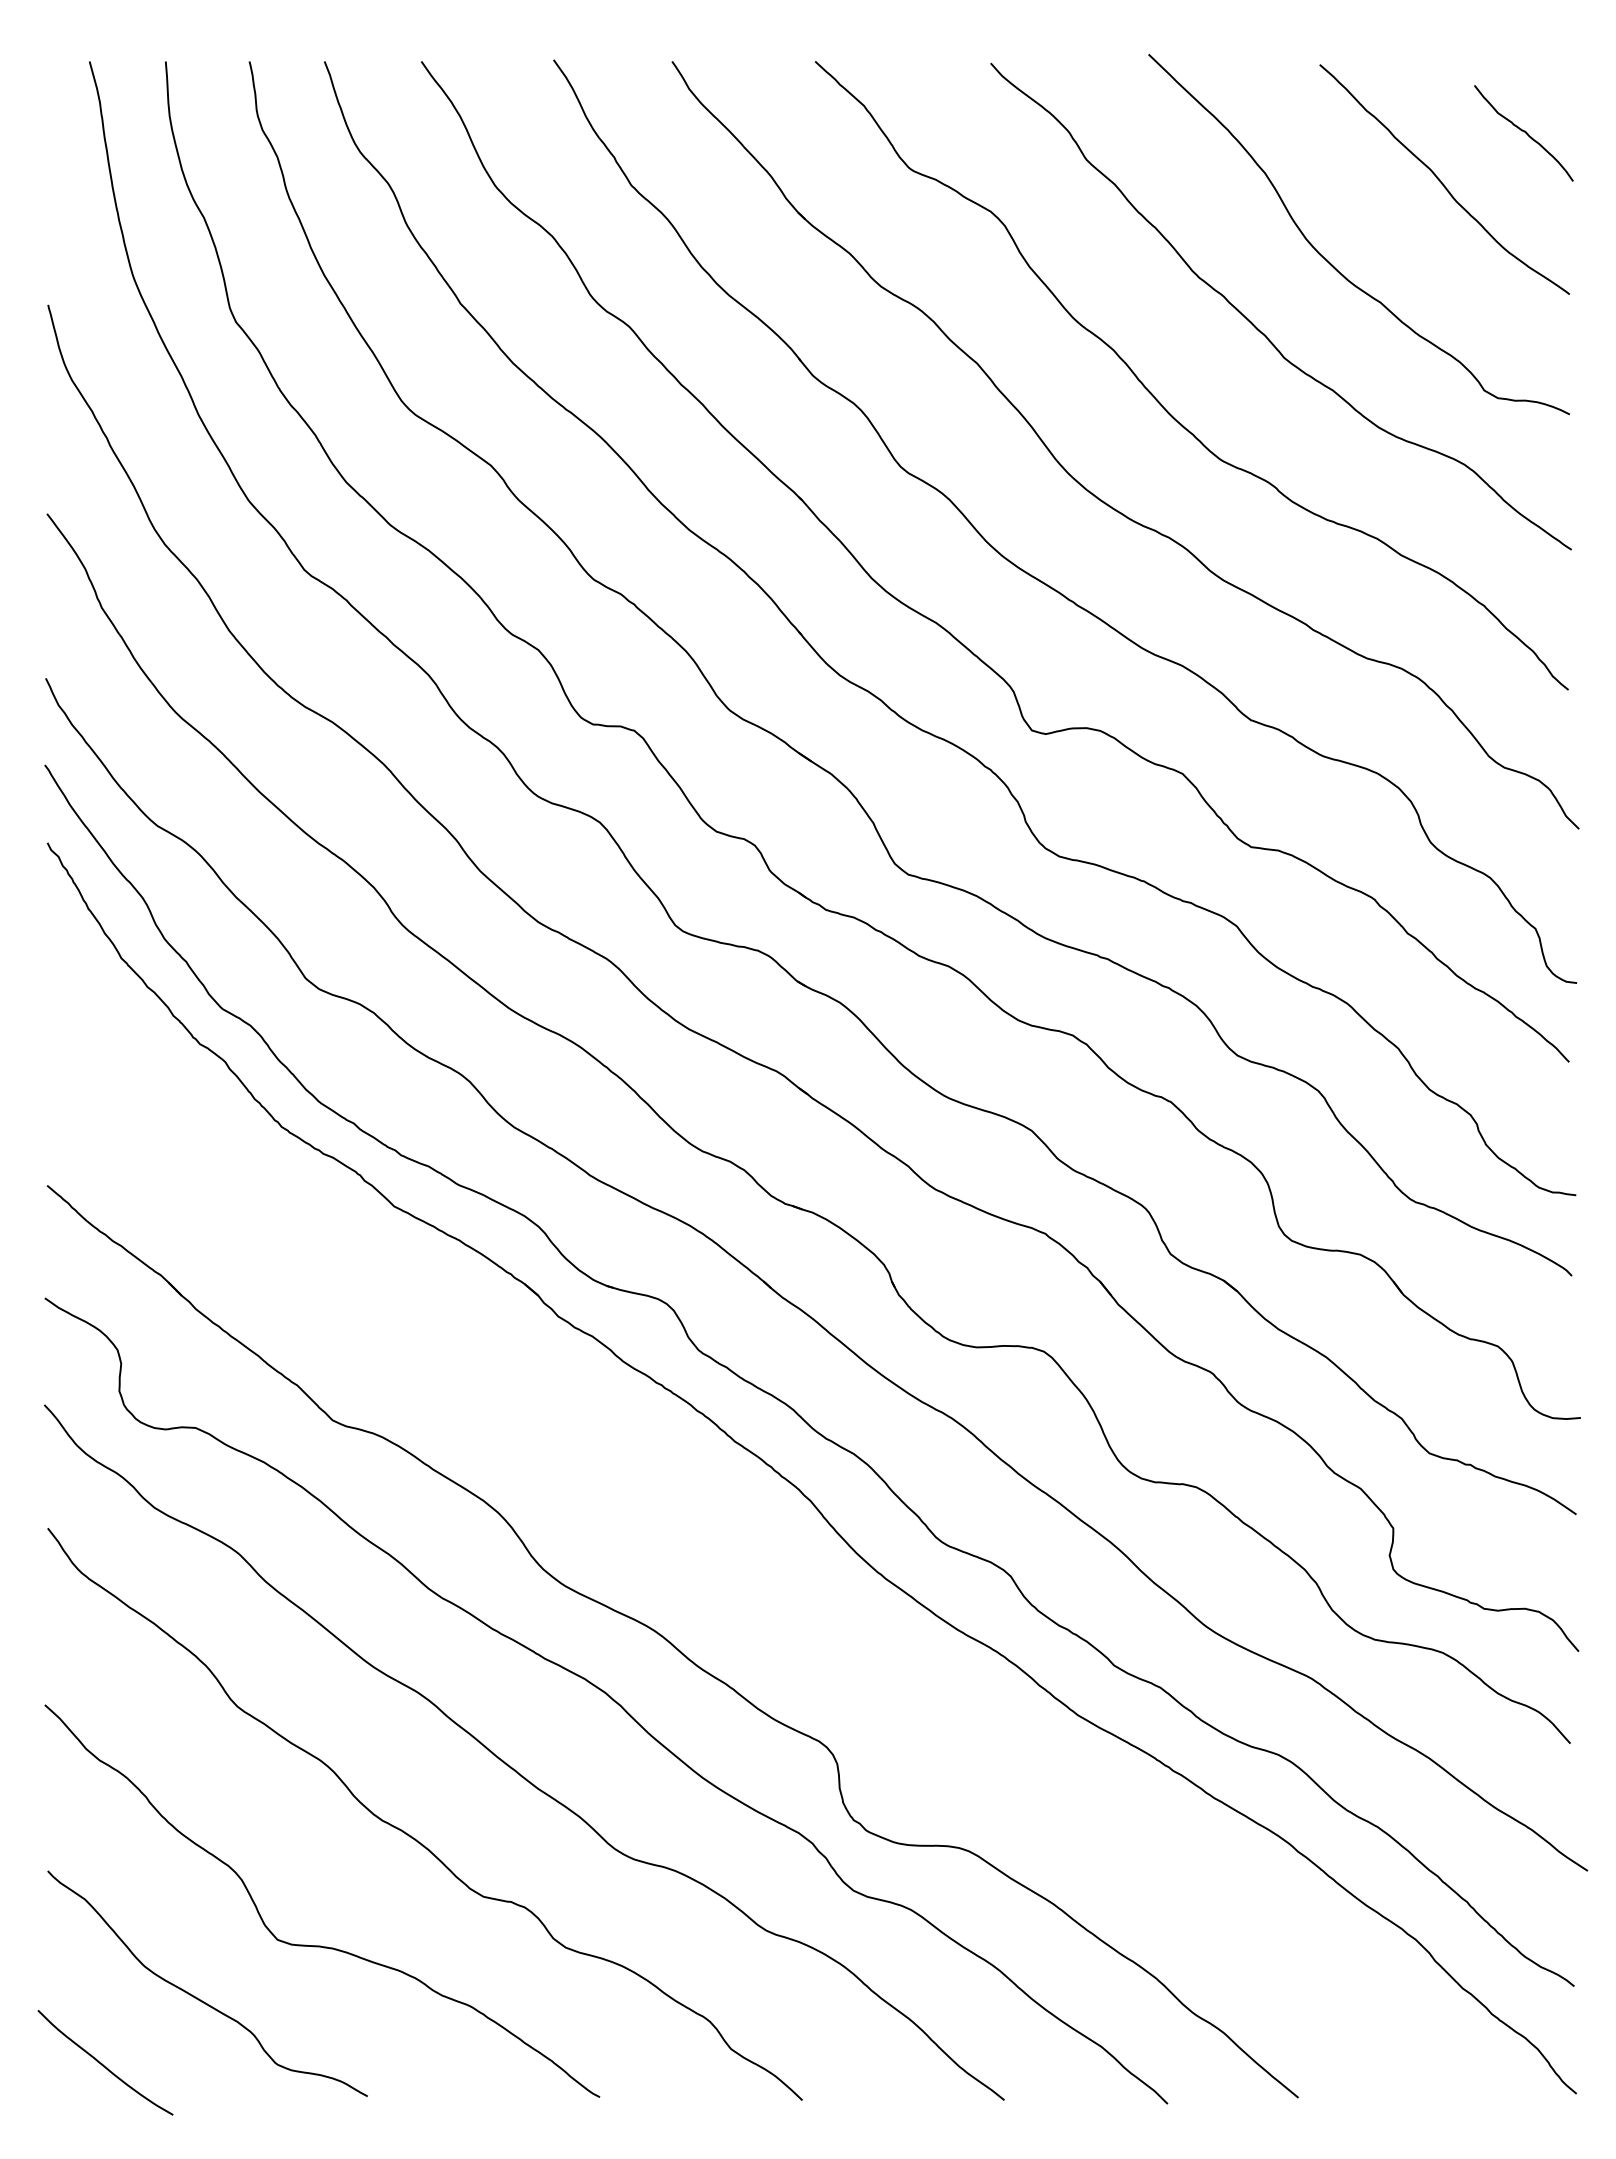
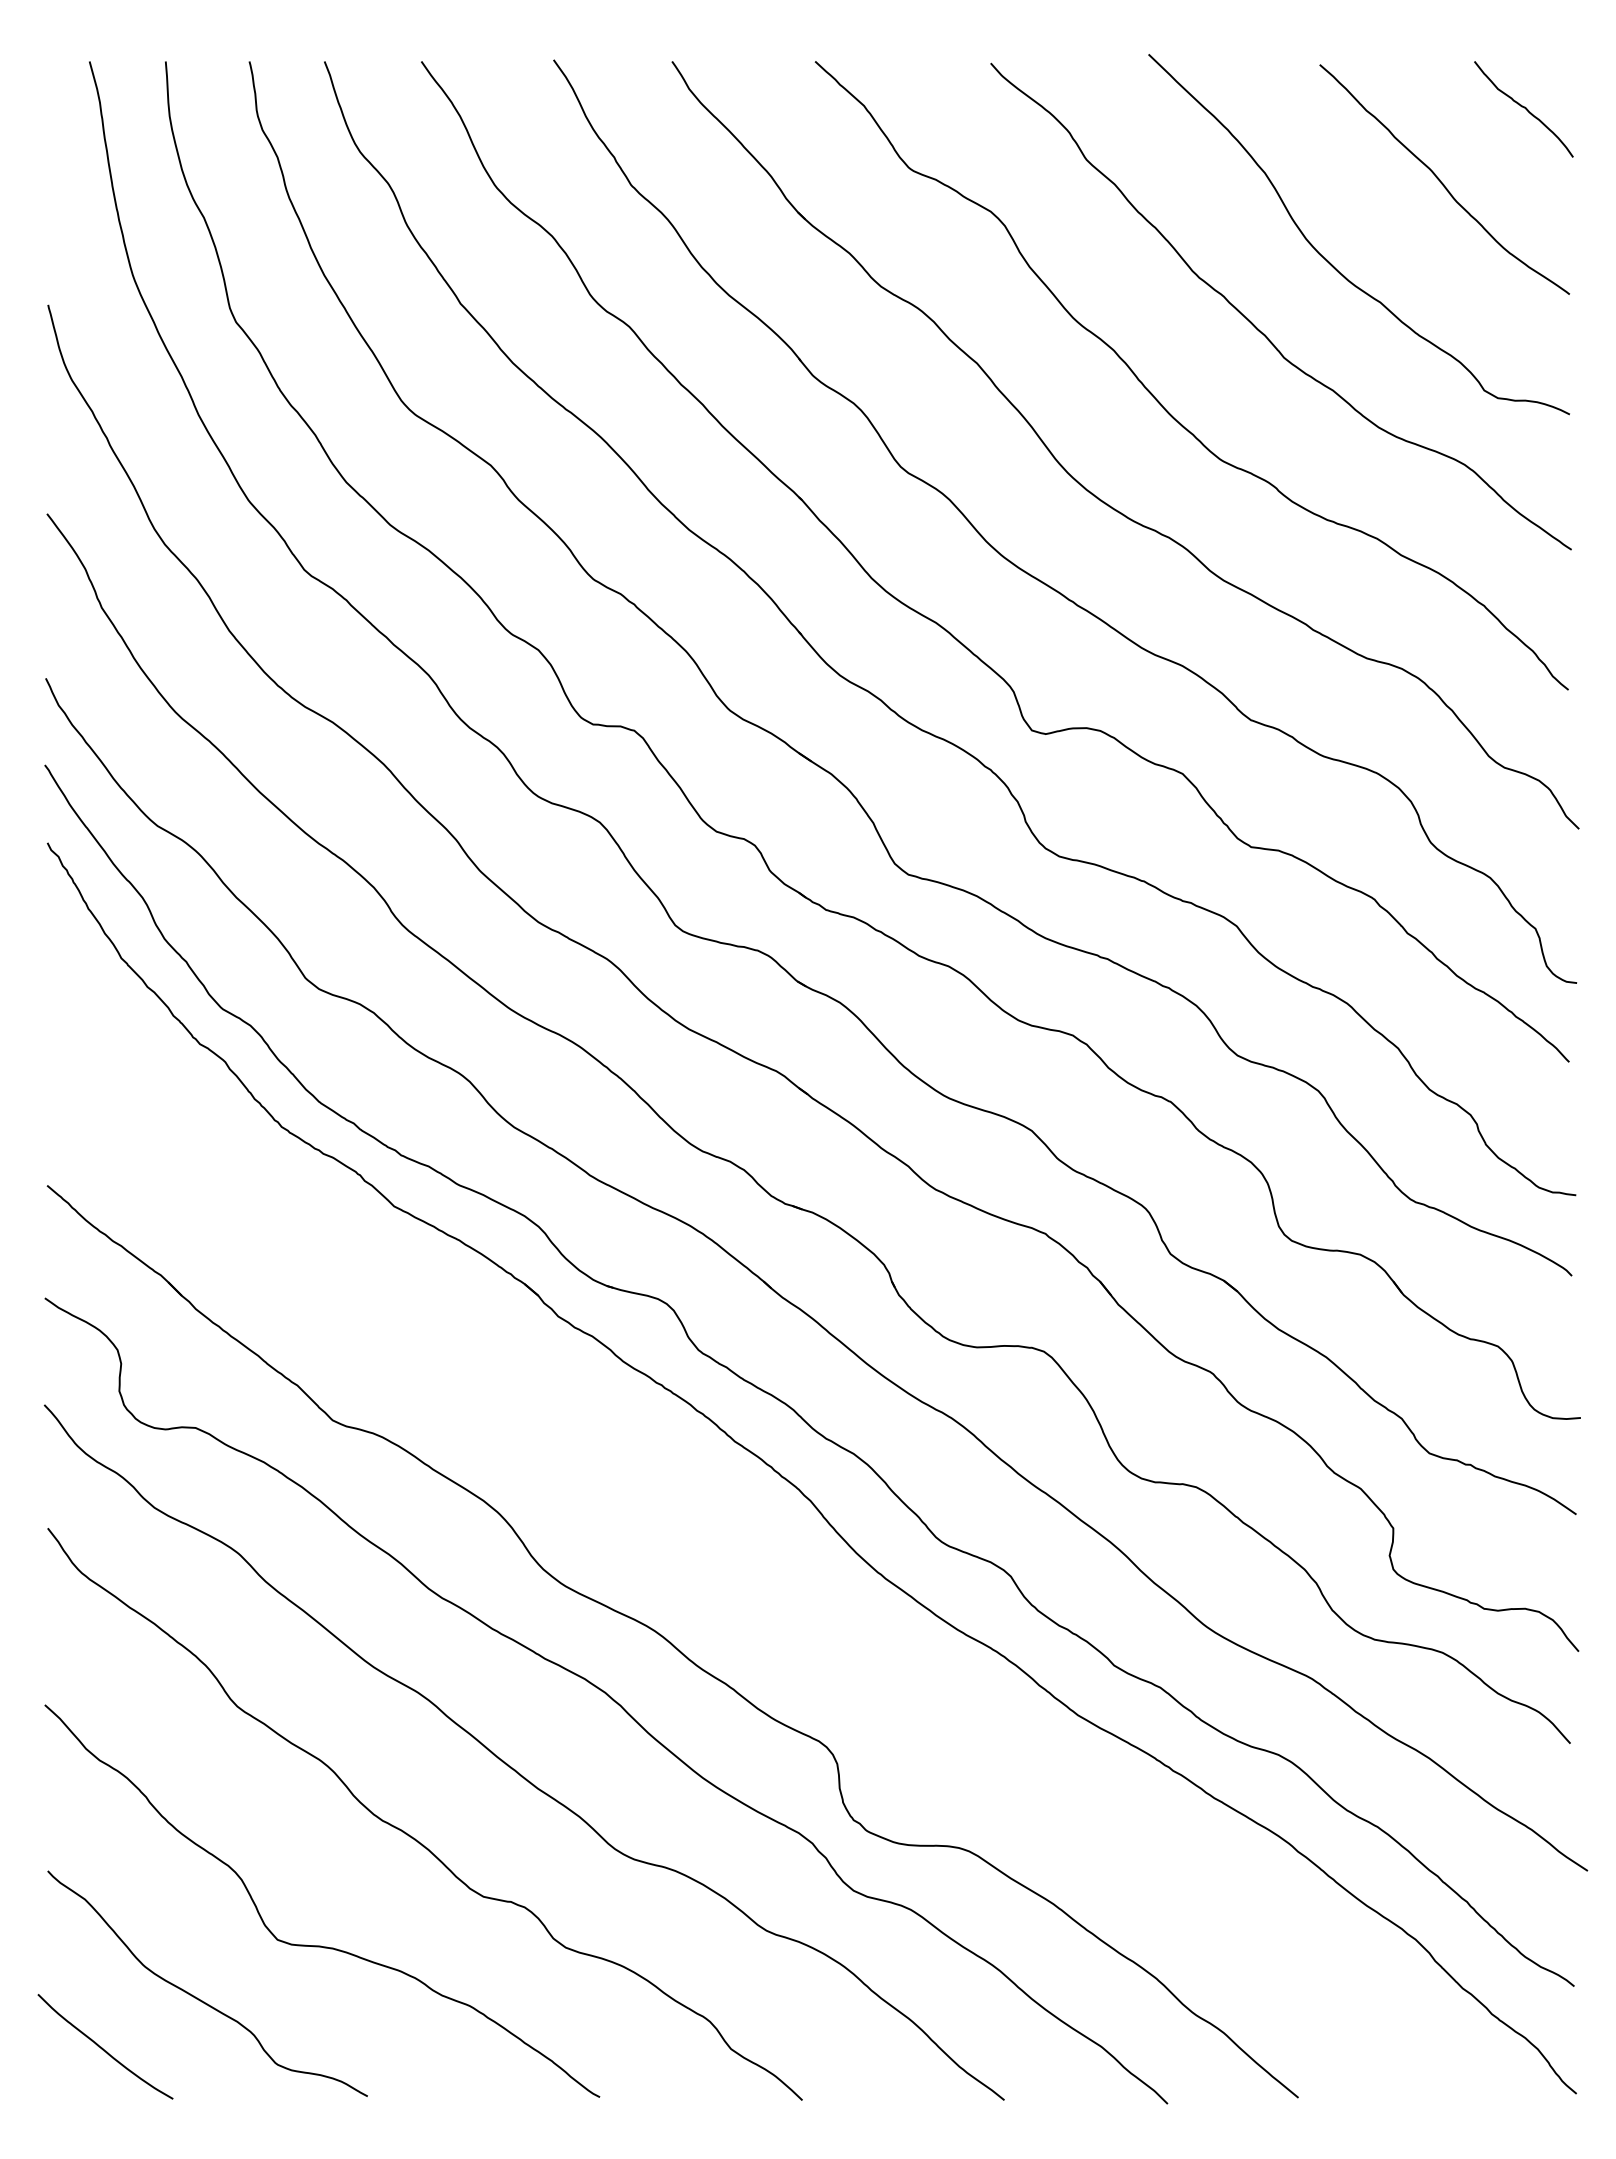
curve at (1524, 132) position: (1524, 132) -> (1524, 108)
curve at (103, 2064) position: (103, 2064) -> (103, 2048)
